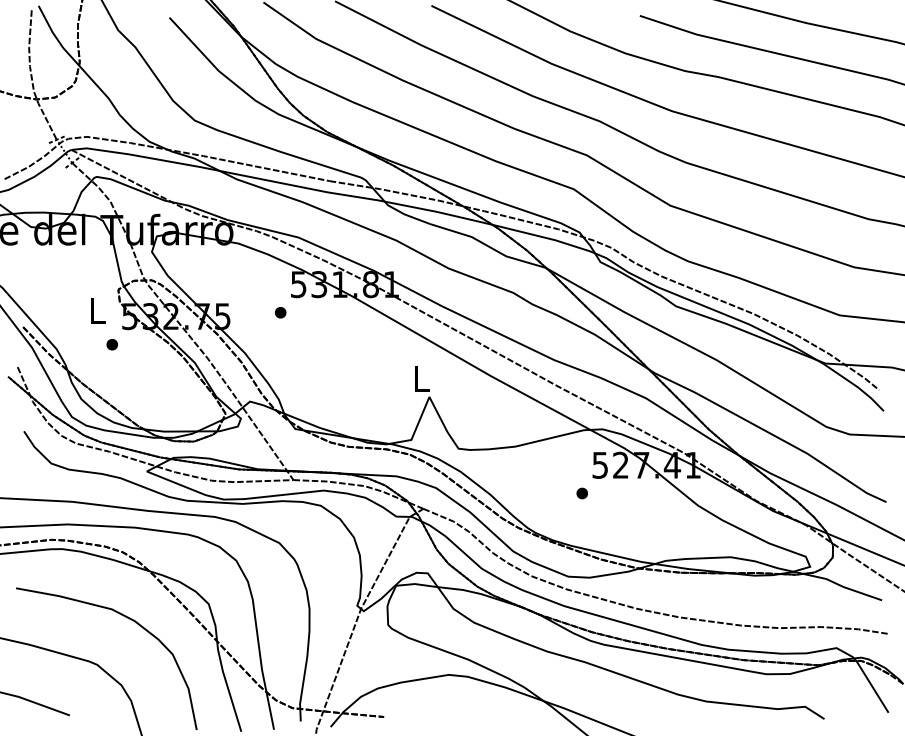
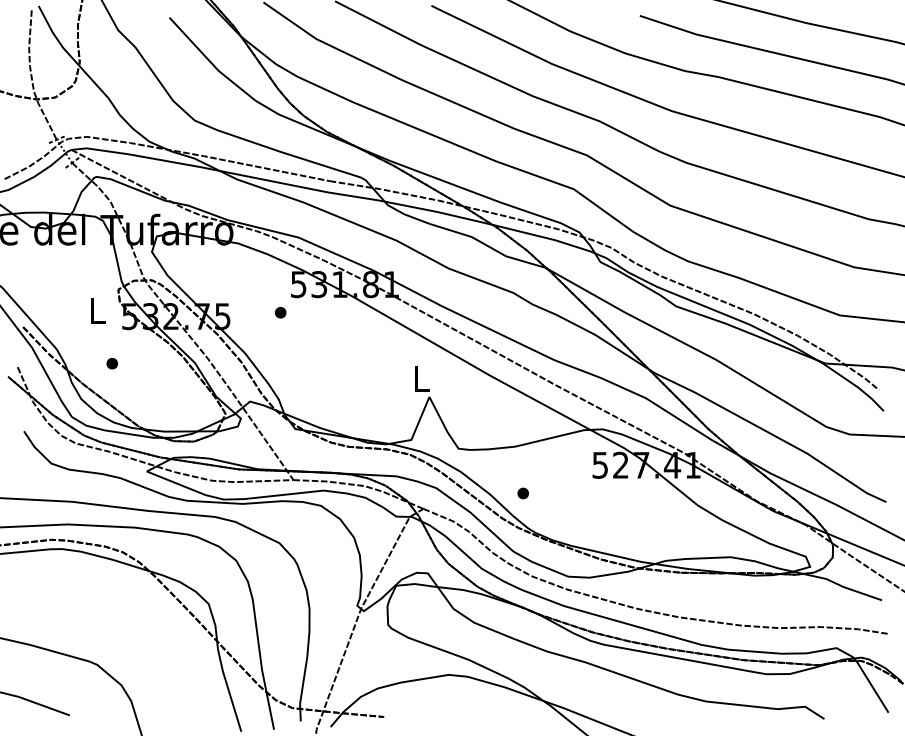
part at (111, 344) position: (111, 344) -> (111, 363)
part at (581, 493) position: (581, 493) -> (522, 493)
curve at (127, 618): present -> none
